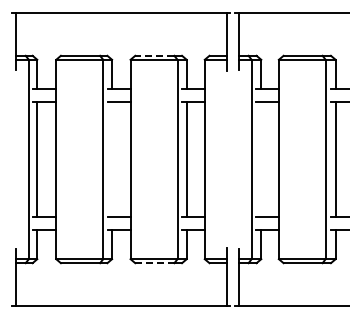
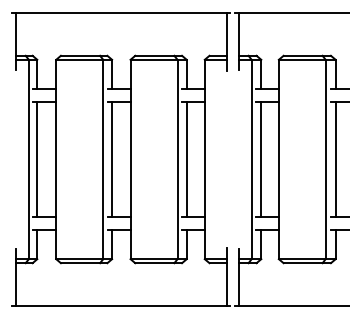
line at (154, 55): dashed -> solid
line at (112, 159): none -> present
line at (261, 159): none -> present
line at (154, 263): dashed -> solid
